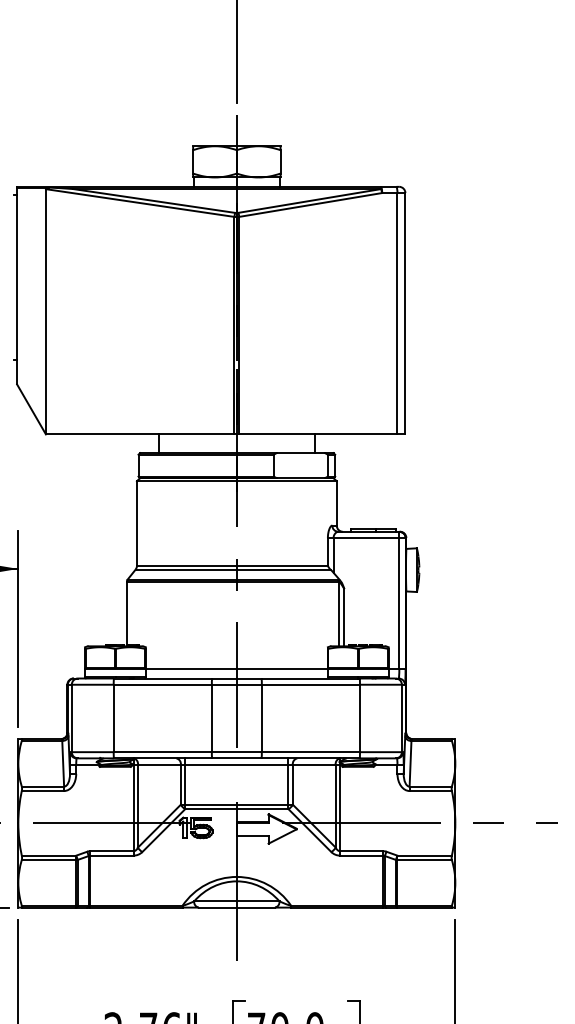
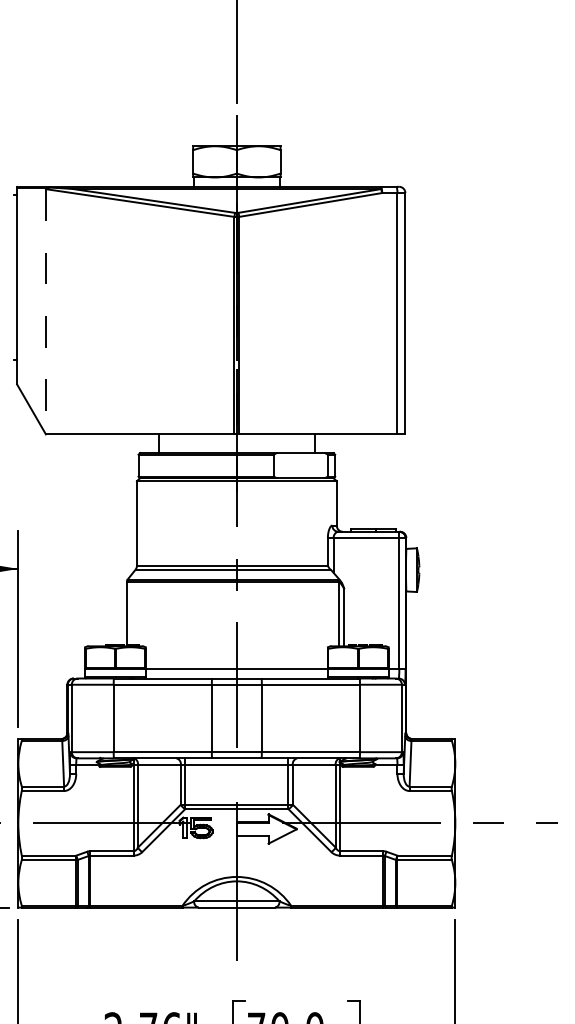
line at (45, 311): solid -> dashed
